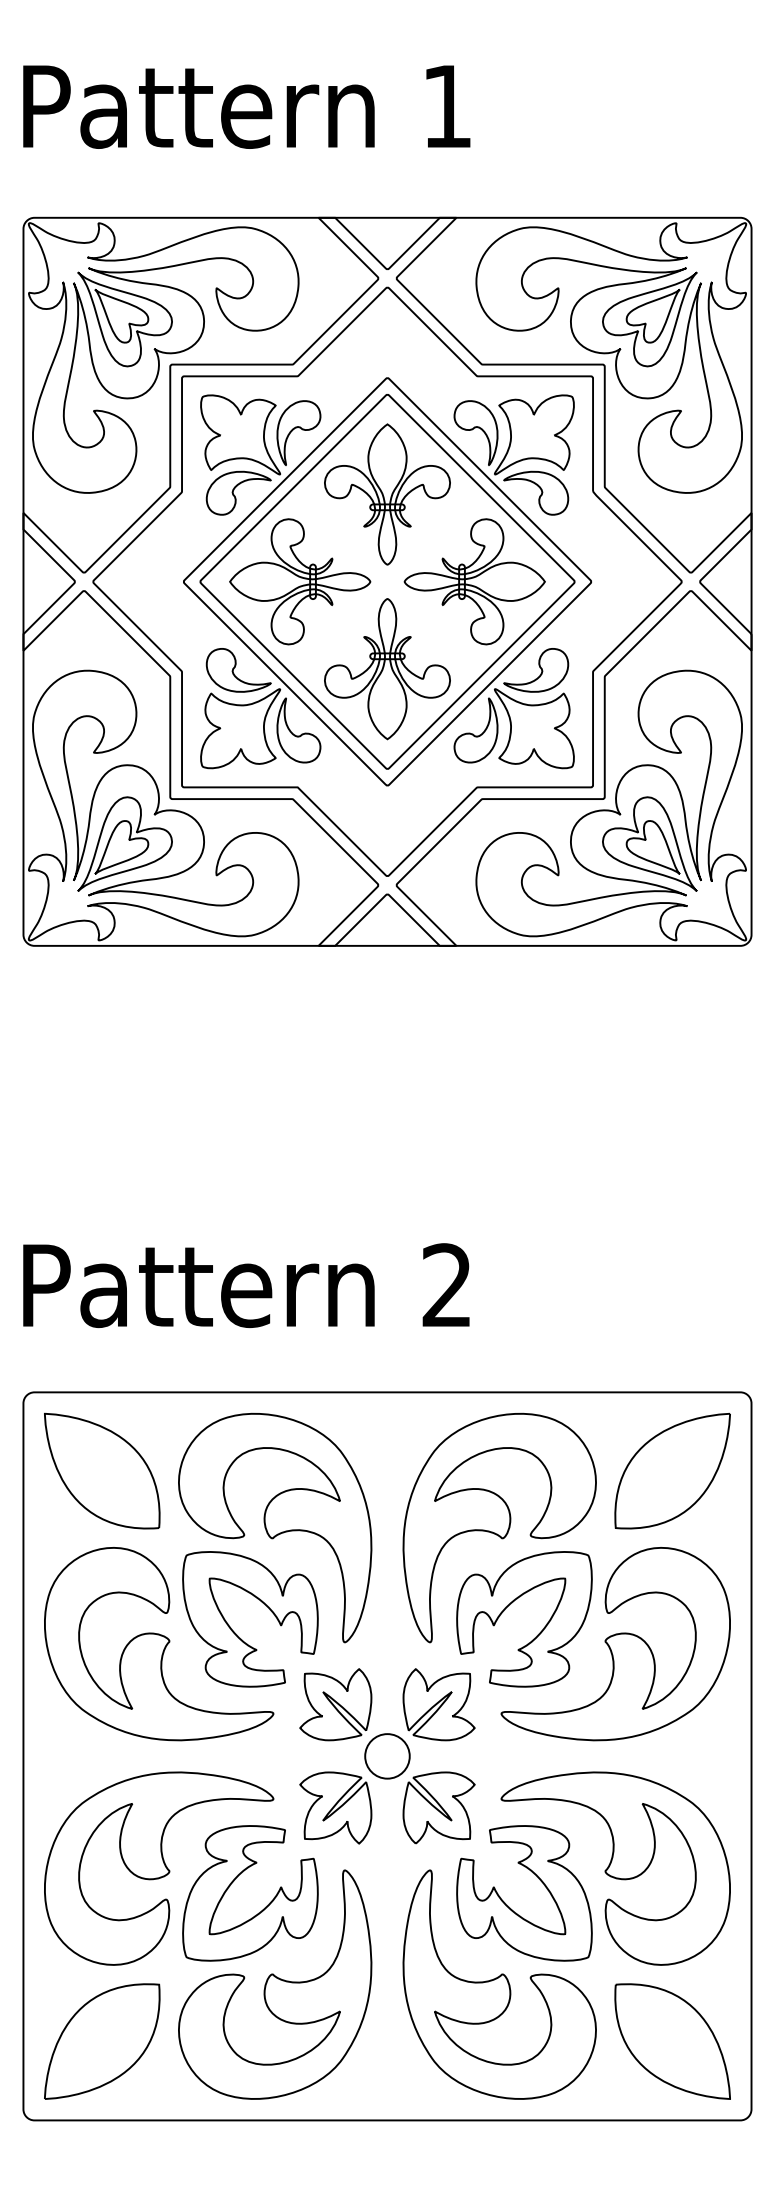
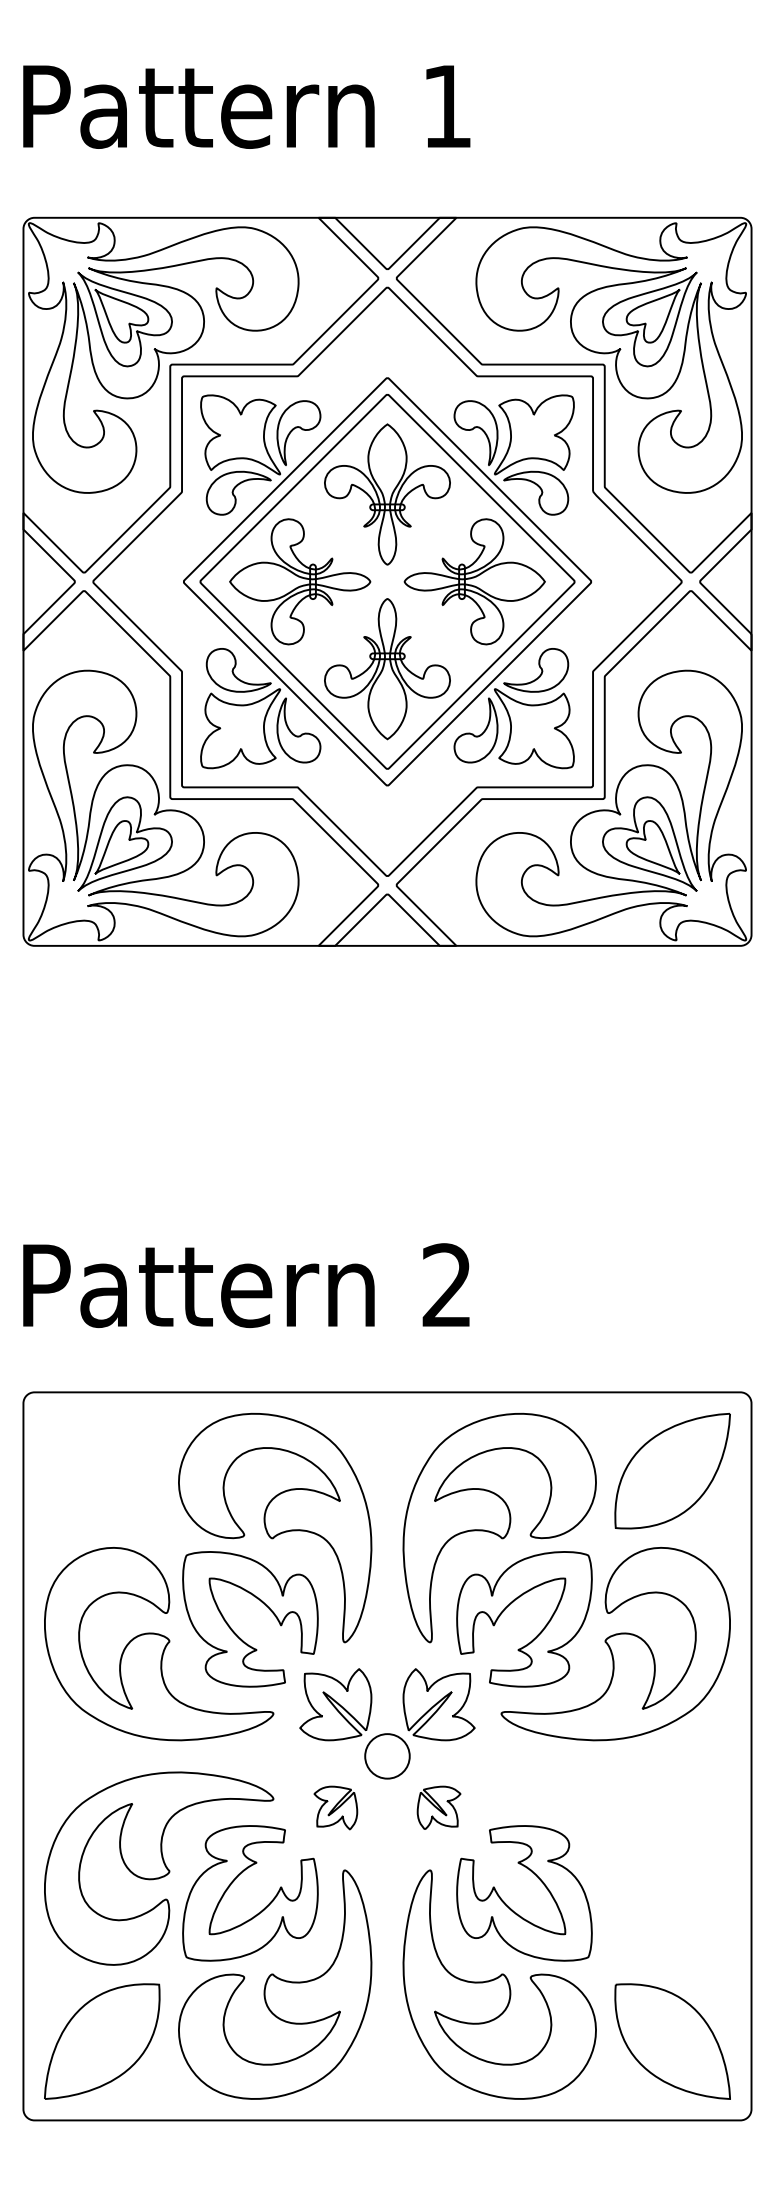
part at (102, 1470): present -> none
part at (335, 1807) size: 74x74 px -> 46x46 px
part at (438, 1807) size: 74x74 px -> 46x45 px
part at (615, 1868): present -> none
